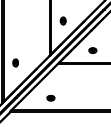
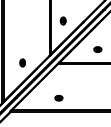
part at (92, 50) position: (92, 50) -> (97, 49)
part at (15, 62) position: (15, 62) -> (22, 62)
part at (50, 97) position: (50, 97) -> (58, 97)
